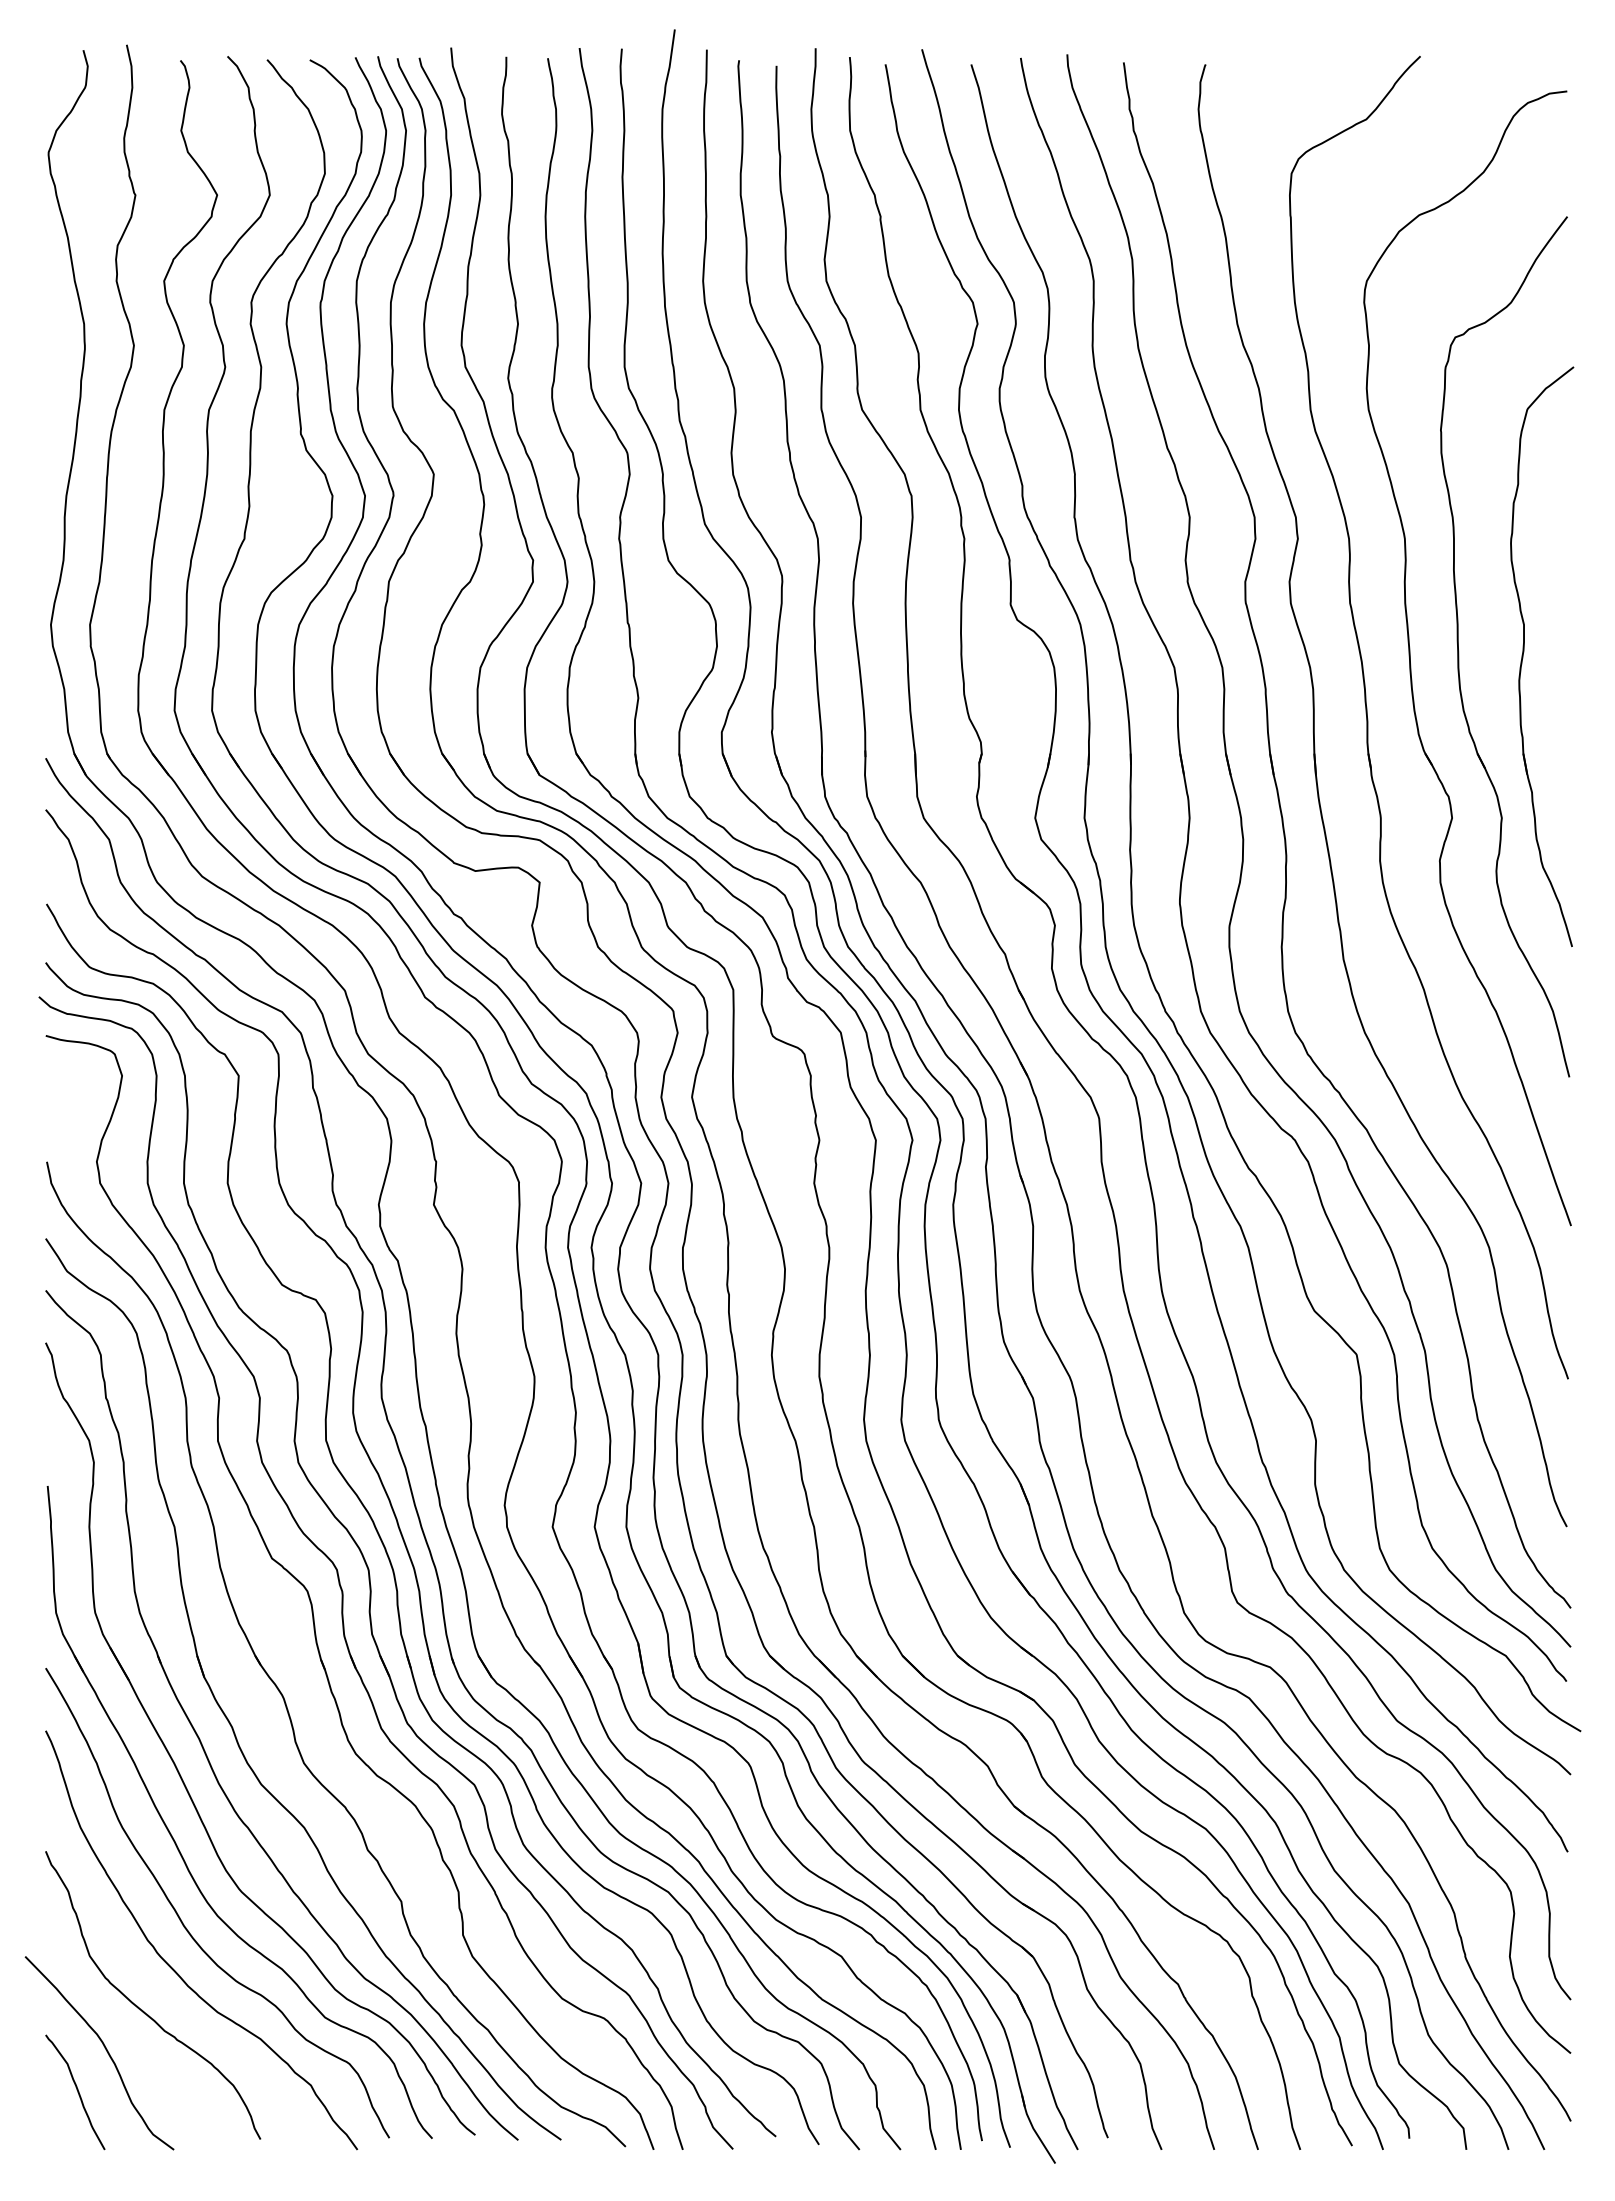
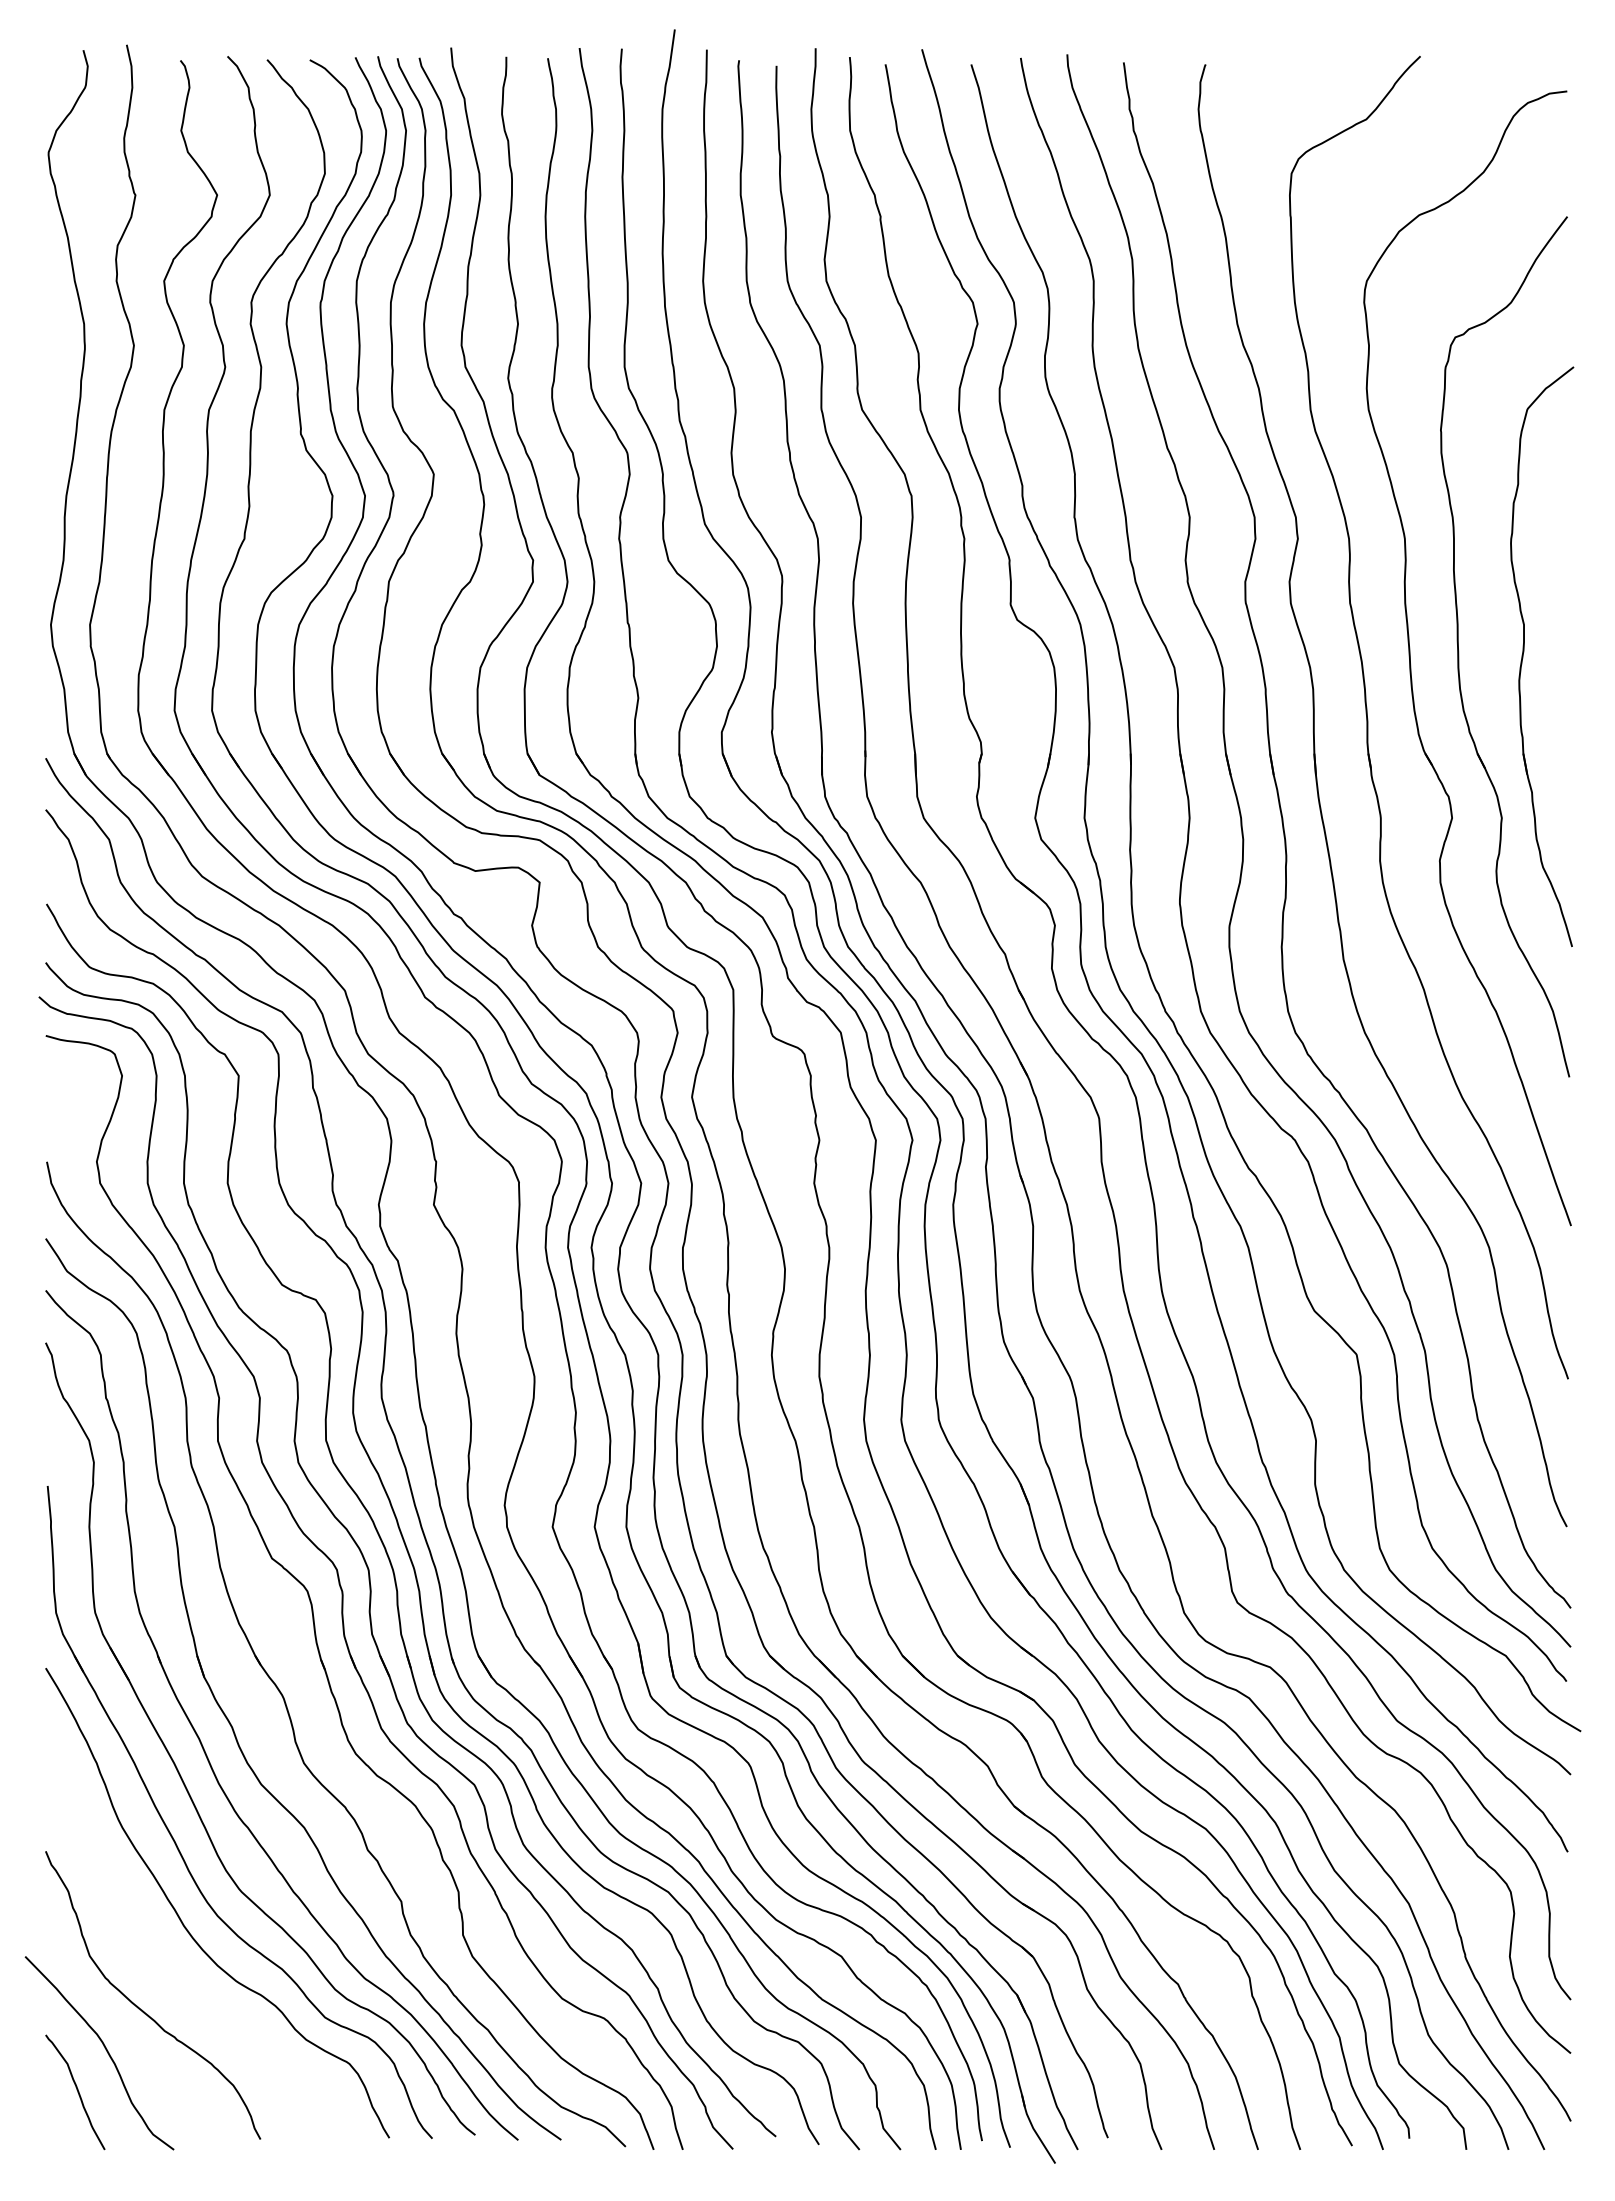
curve at (173, 1968): present -> none
